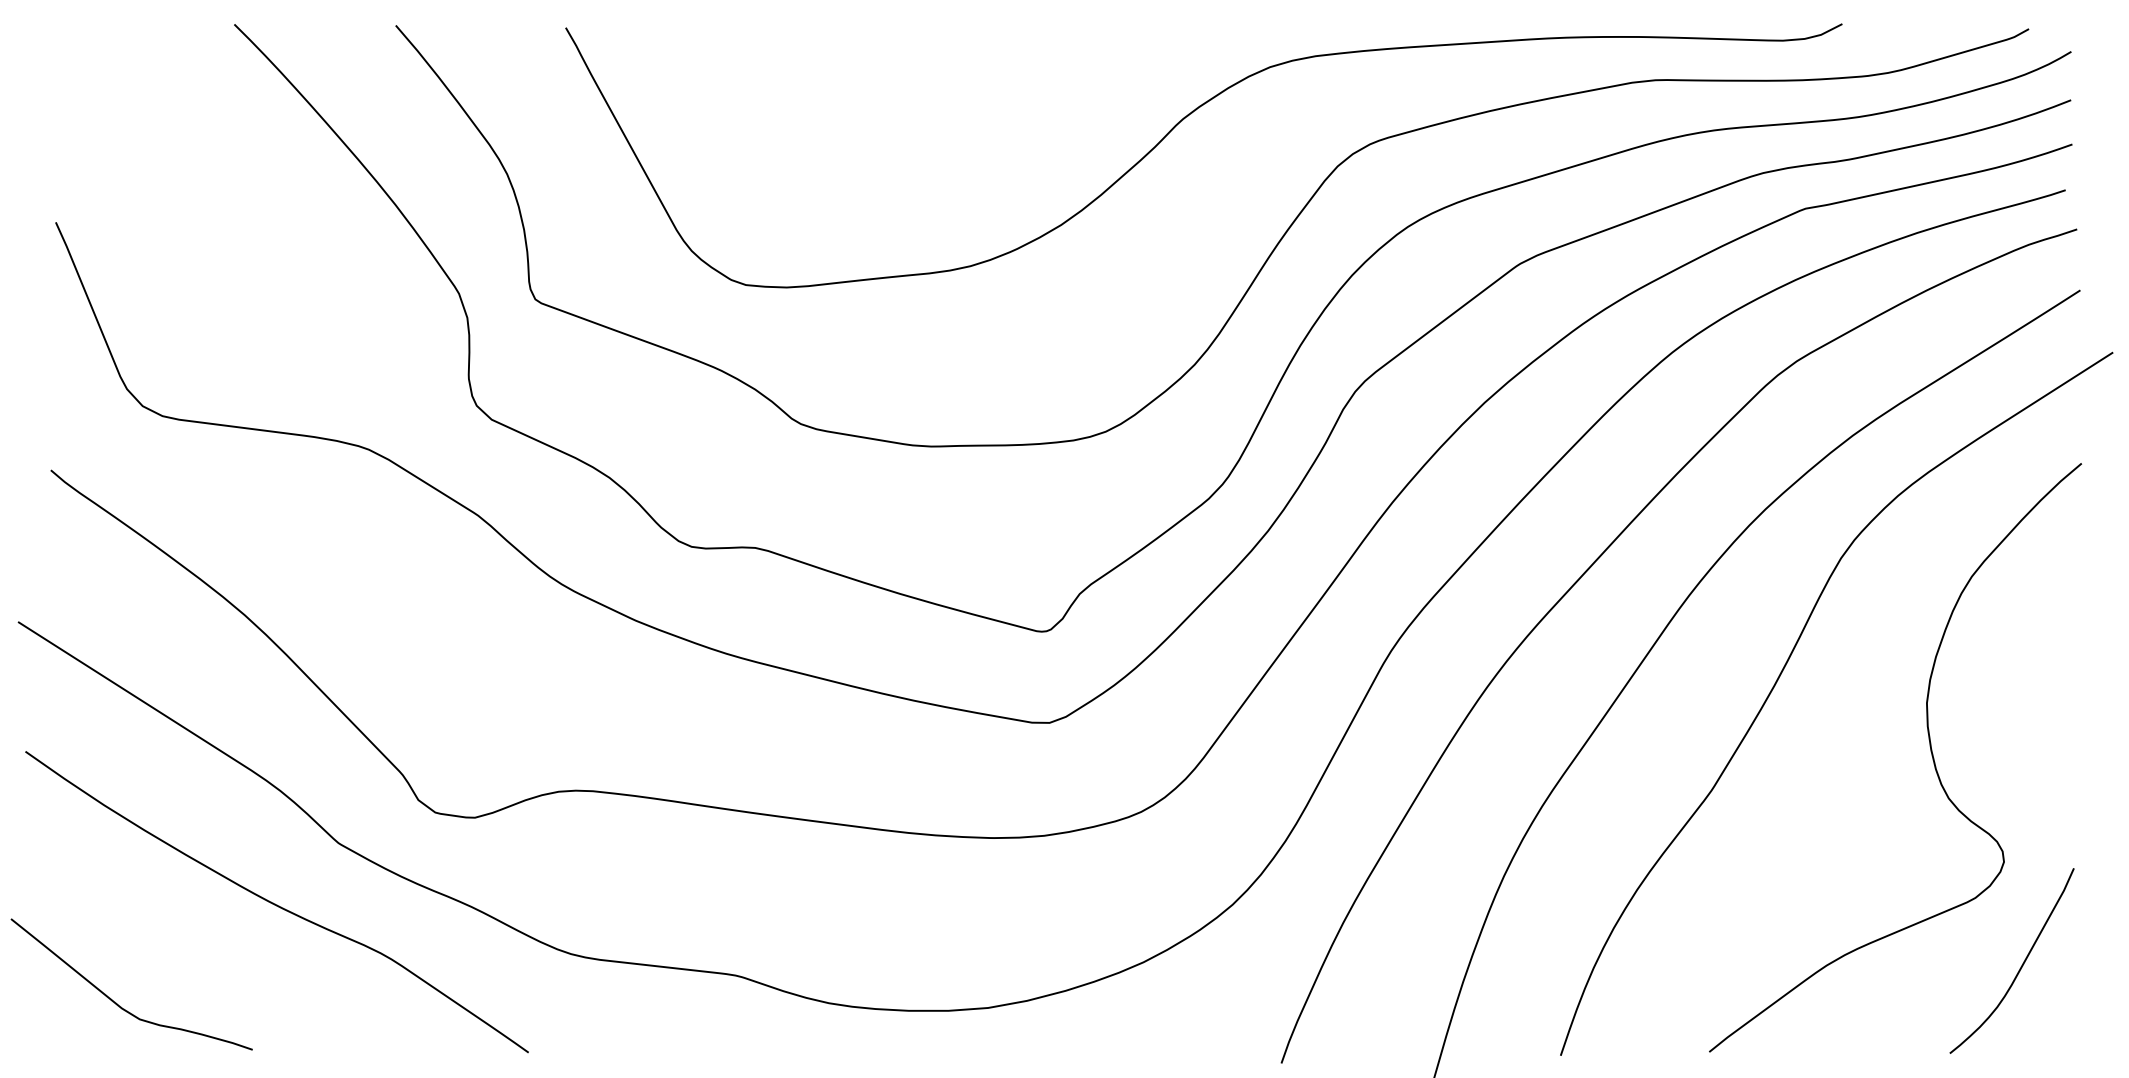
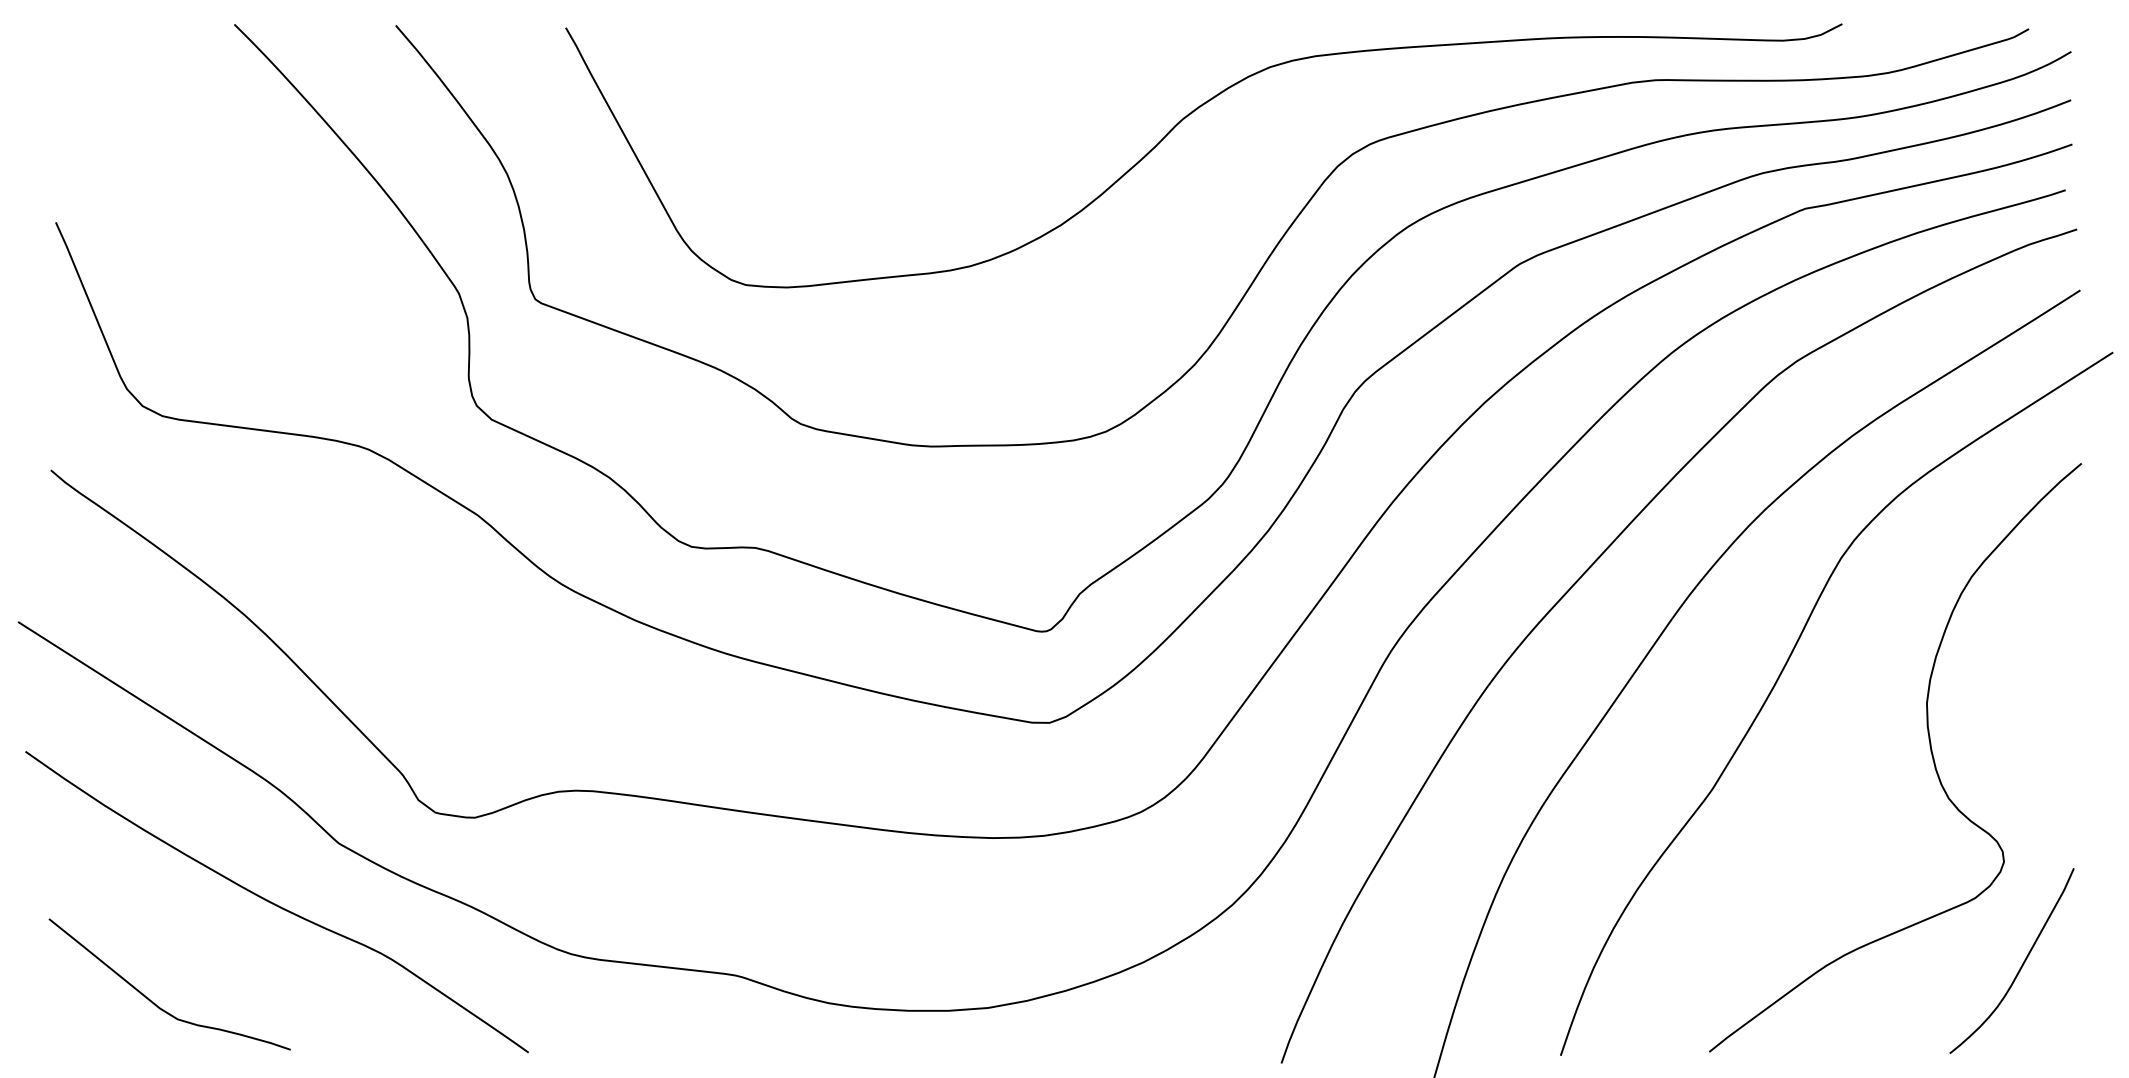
curve at (116, 1002) position: (116, 1002) -> (154, 1002)
